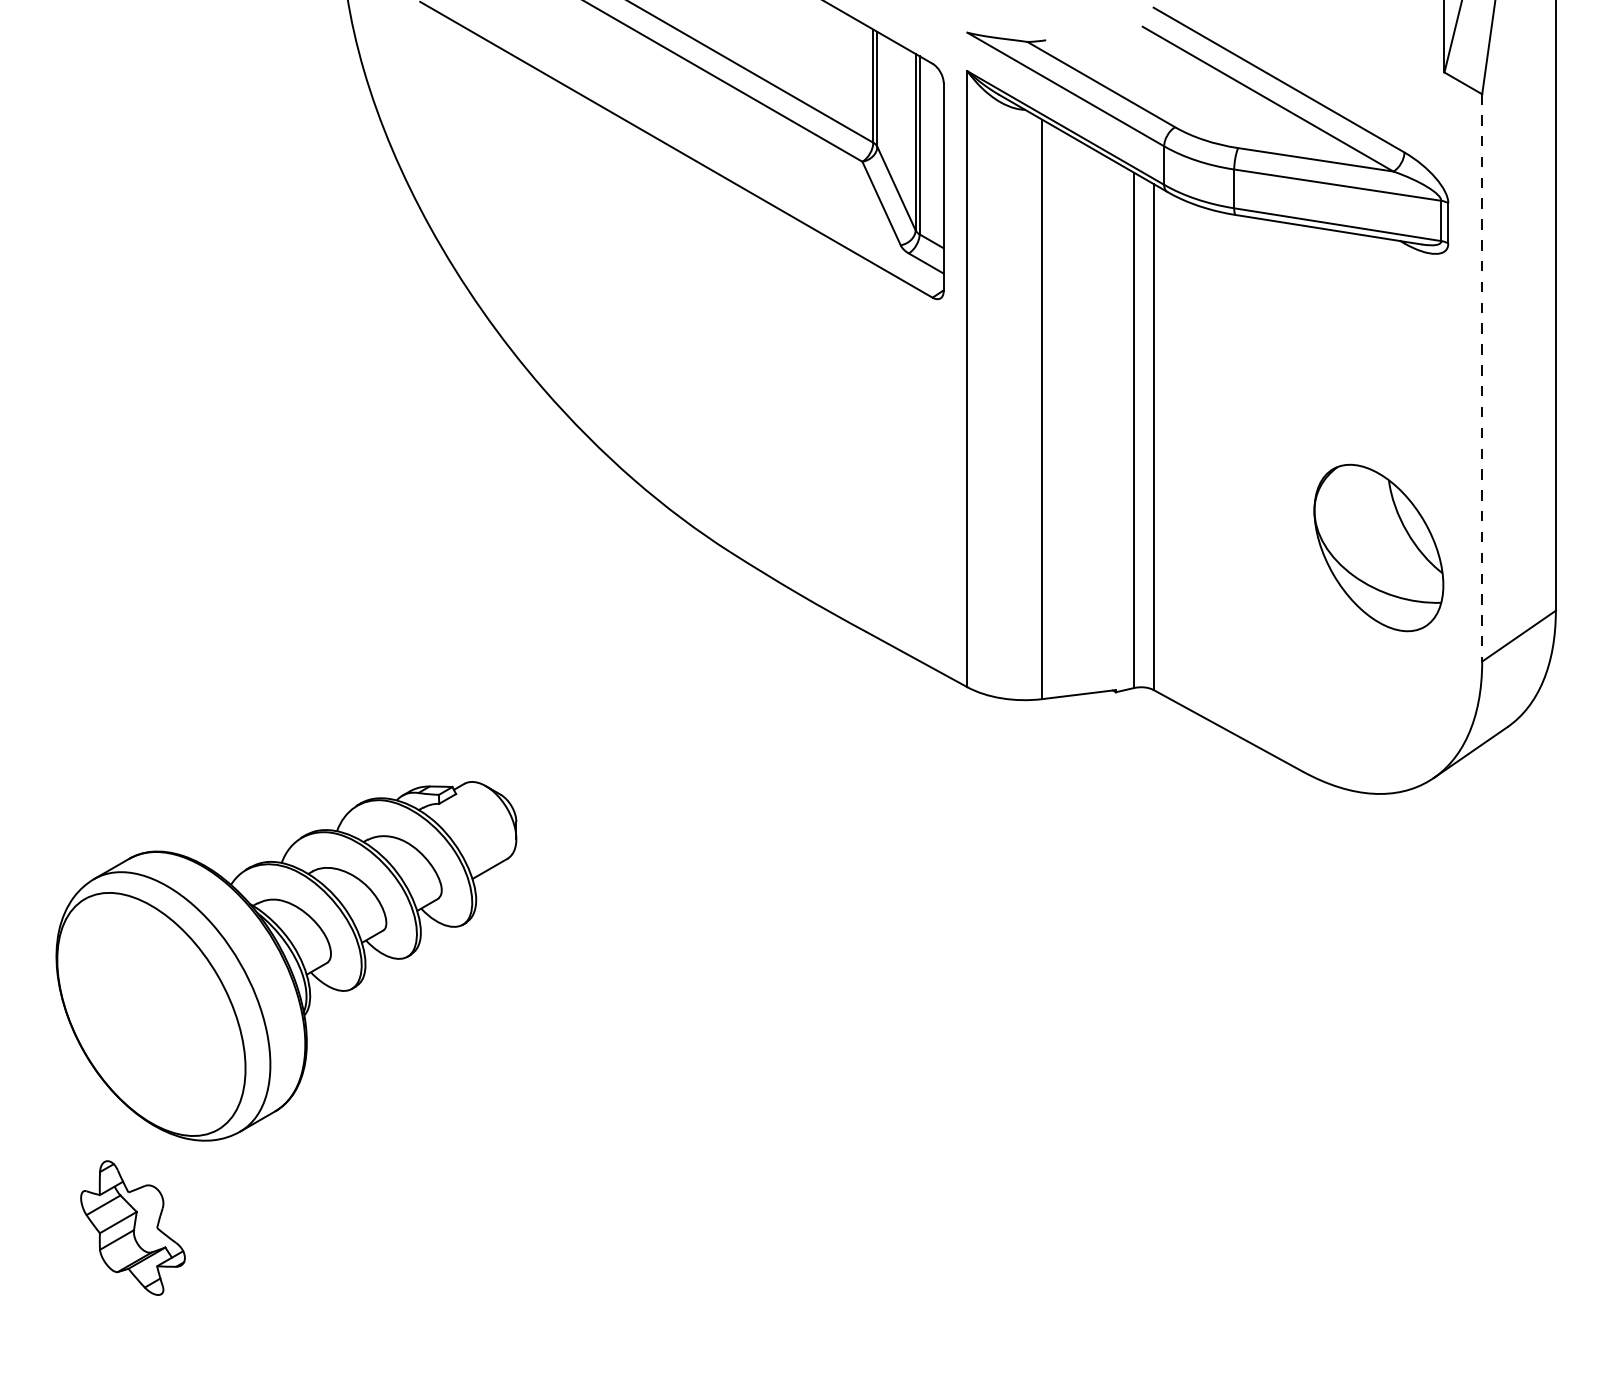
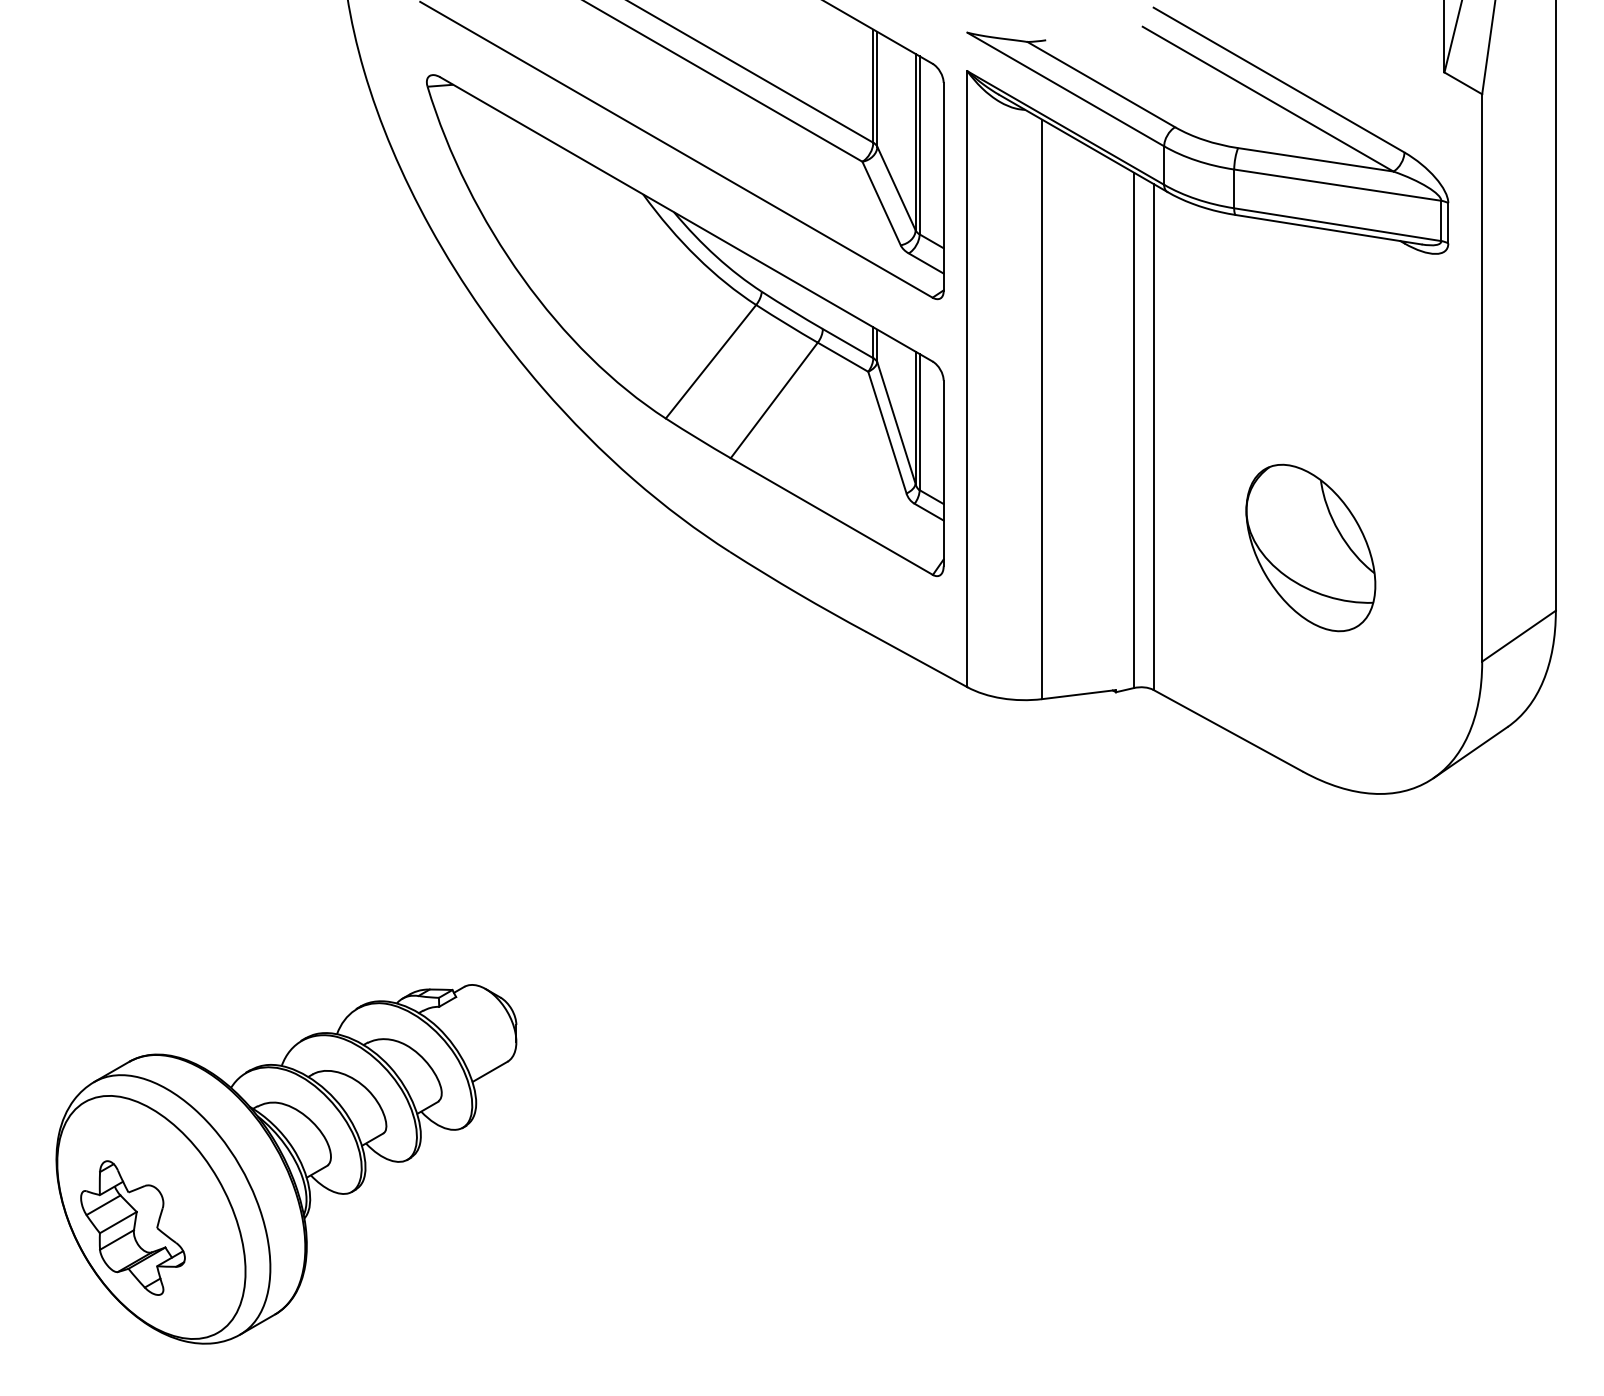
part at (685, 325): none -> present
line at (1482, 377): dashed -> solid
part at (1378, 547) position: (1378, 547) -> (1310, 547)
part at (286, 961) position: (286, 961) -> (286, 1164)
